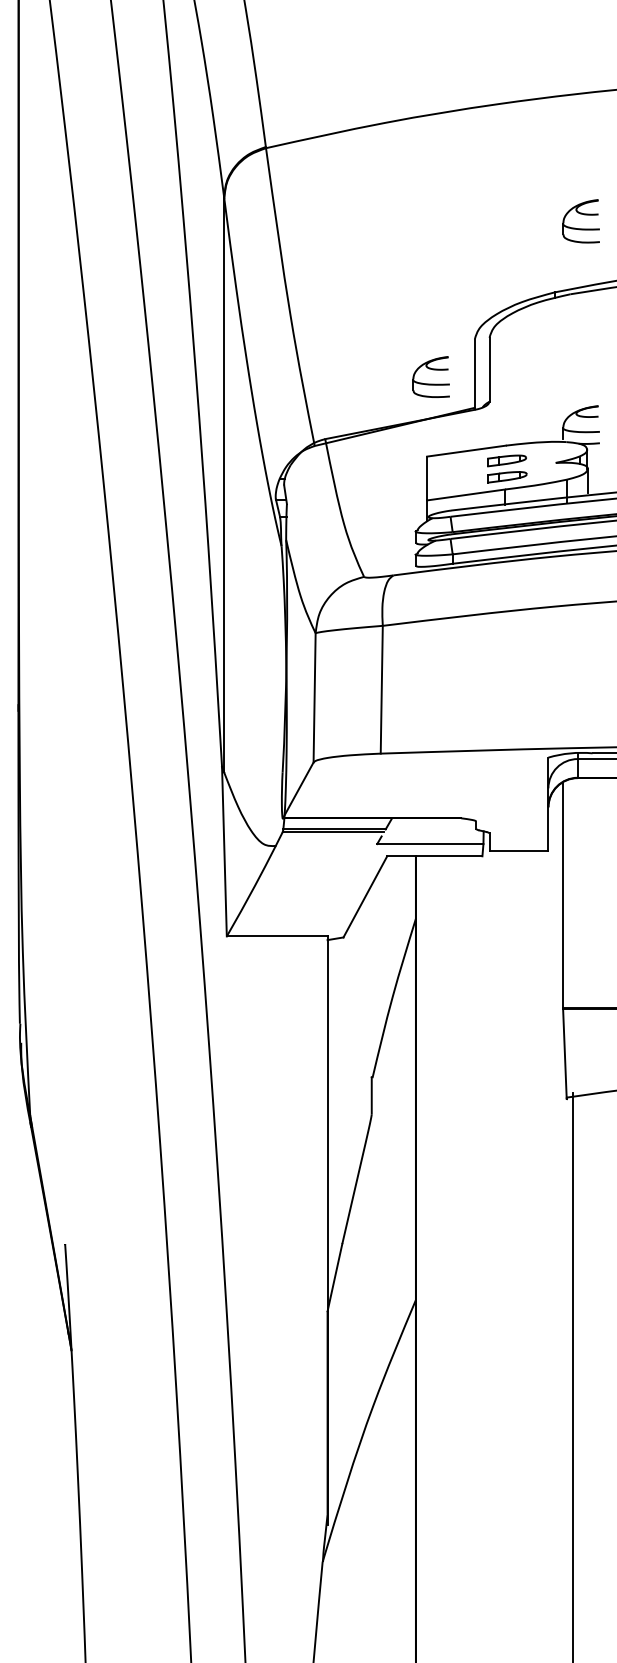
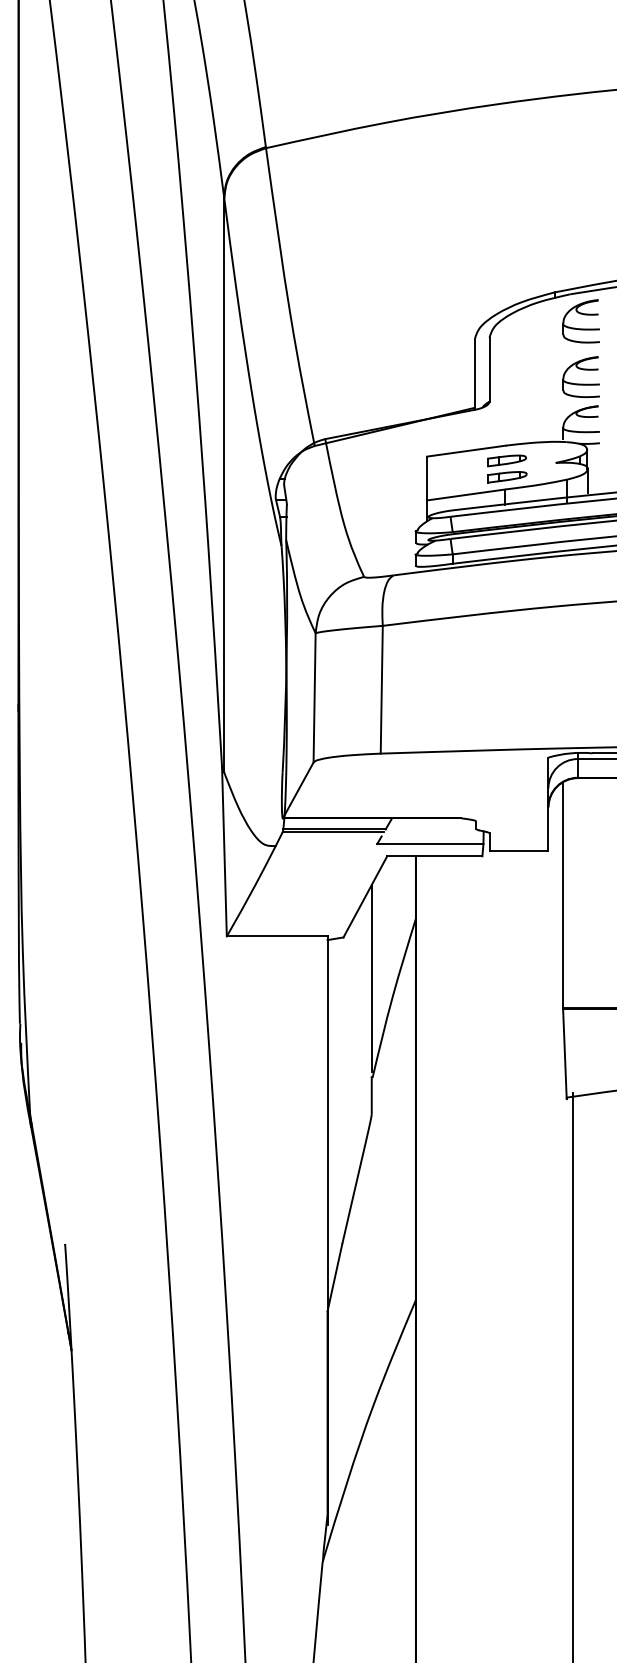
part at (580, 214) position: (580, 214) -> (580, 314)
part at (432, 370) position: (432, 370) -> (582, 370)
line at (371, 978): none -> present
